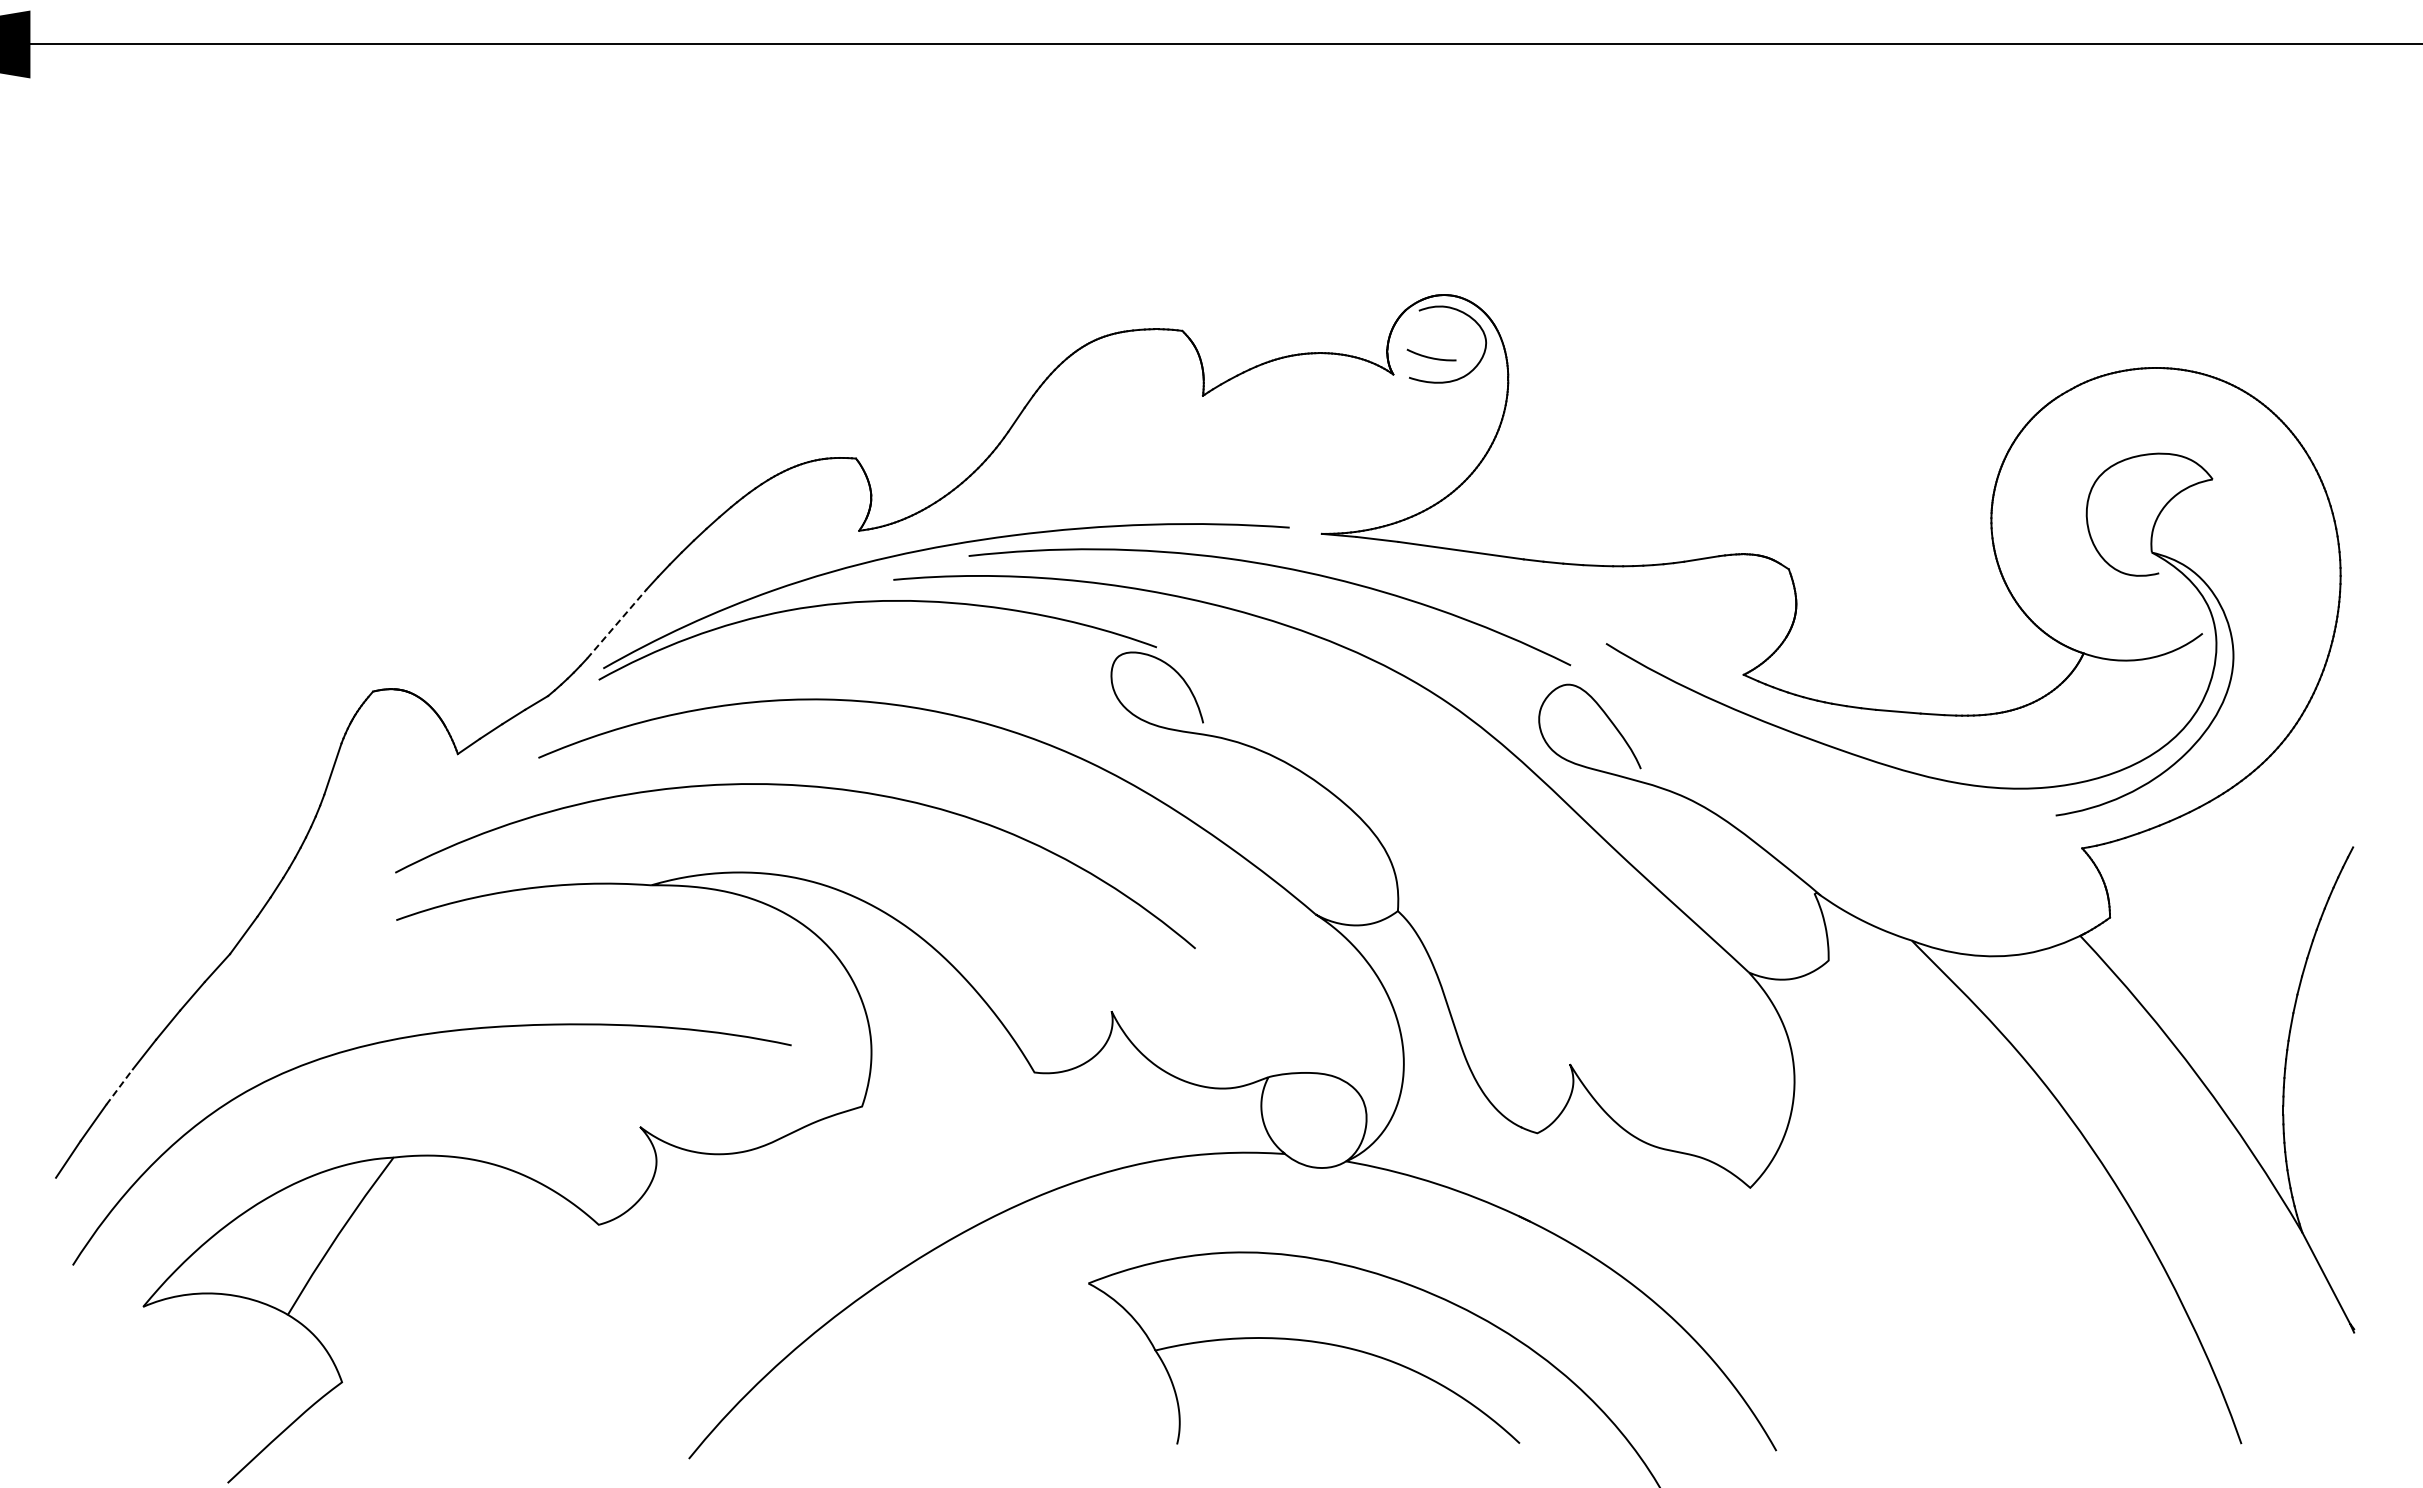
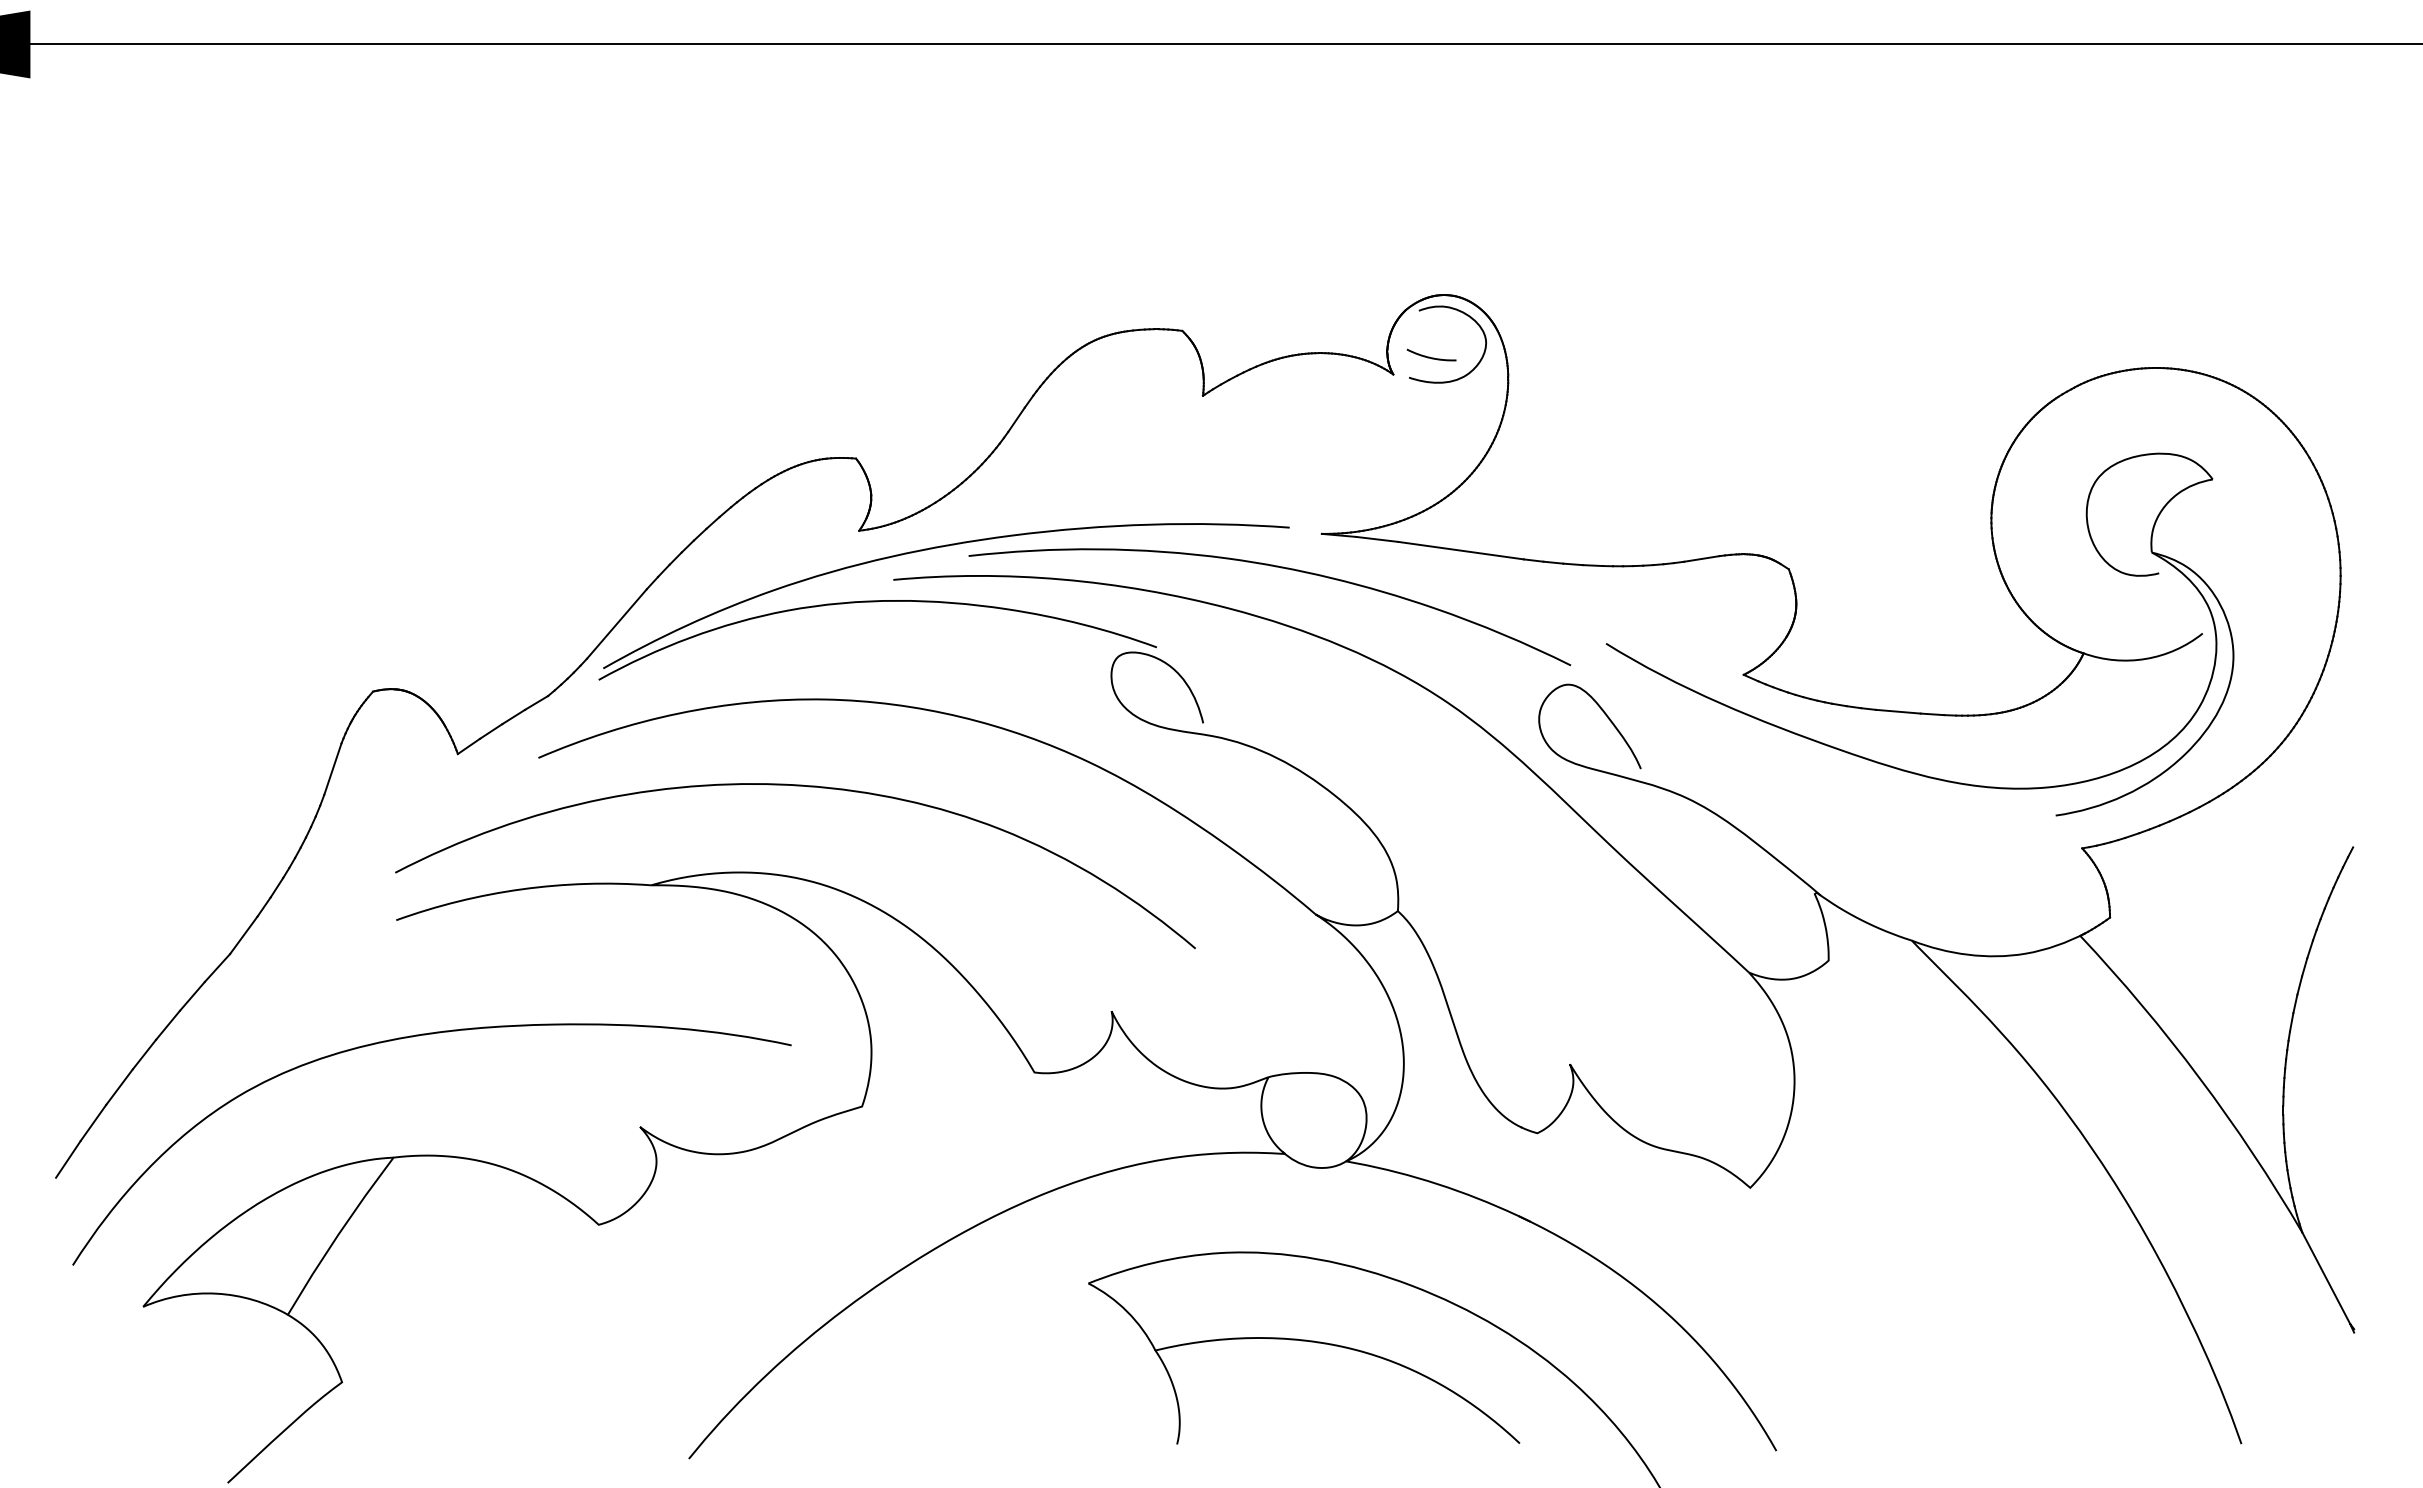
line at (616, 623): dashed -> solid
line at (119, 1086): dashed -> solid
